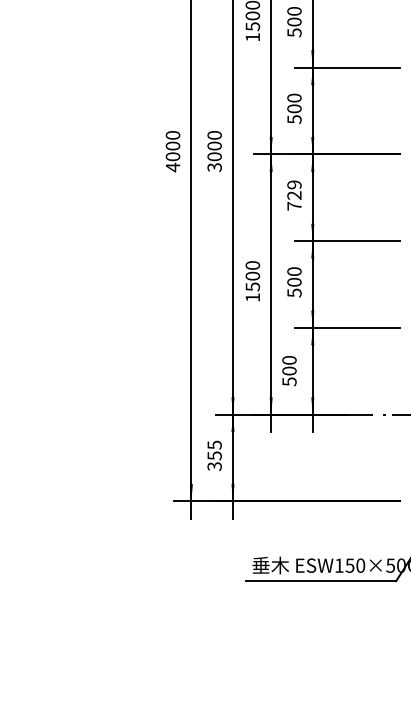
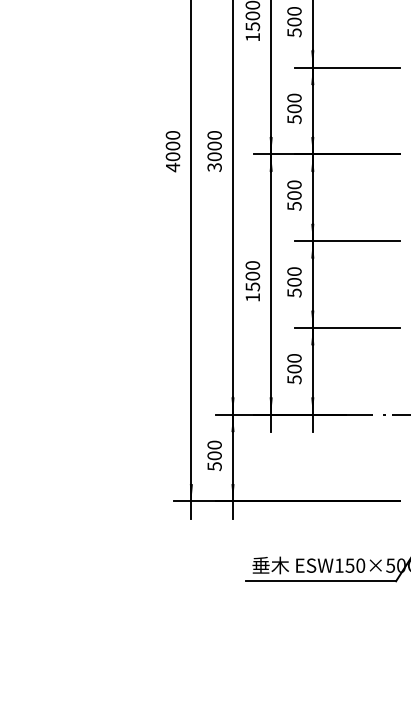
text at (294, 195): 729 -> 500
text at (289, 371) position: (289, 371) -> (294, 369)
text at (214, 455): 355 -> 500
